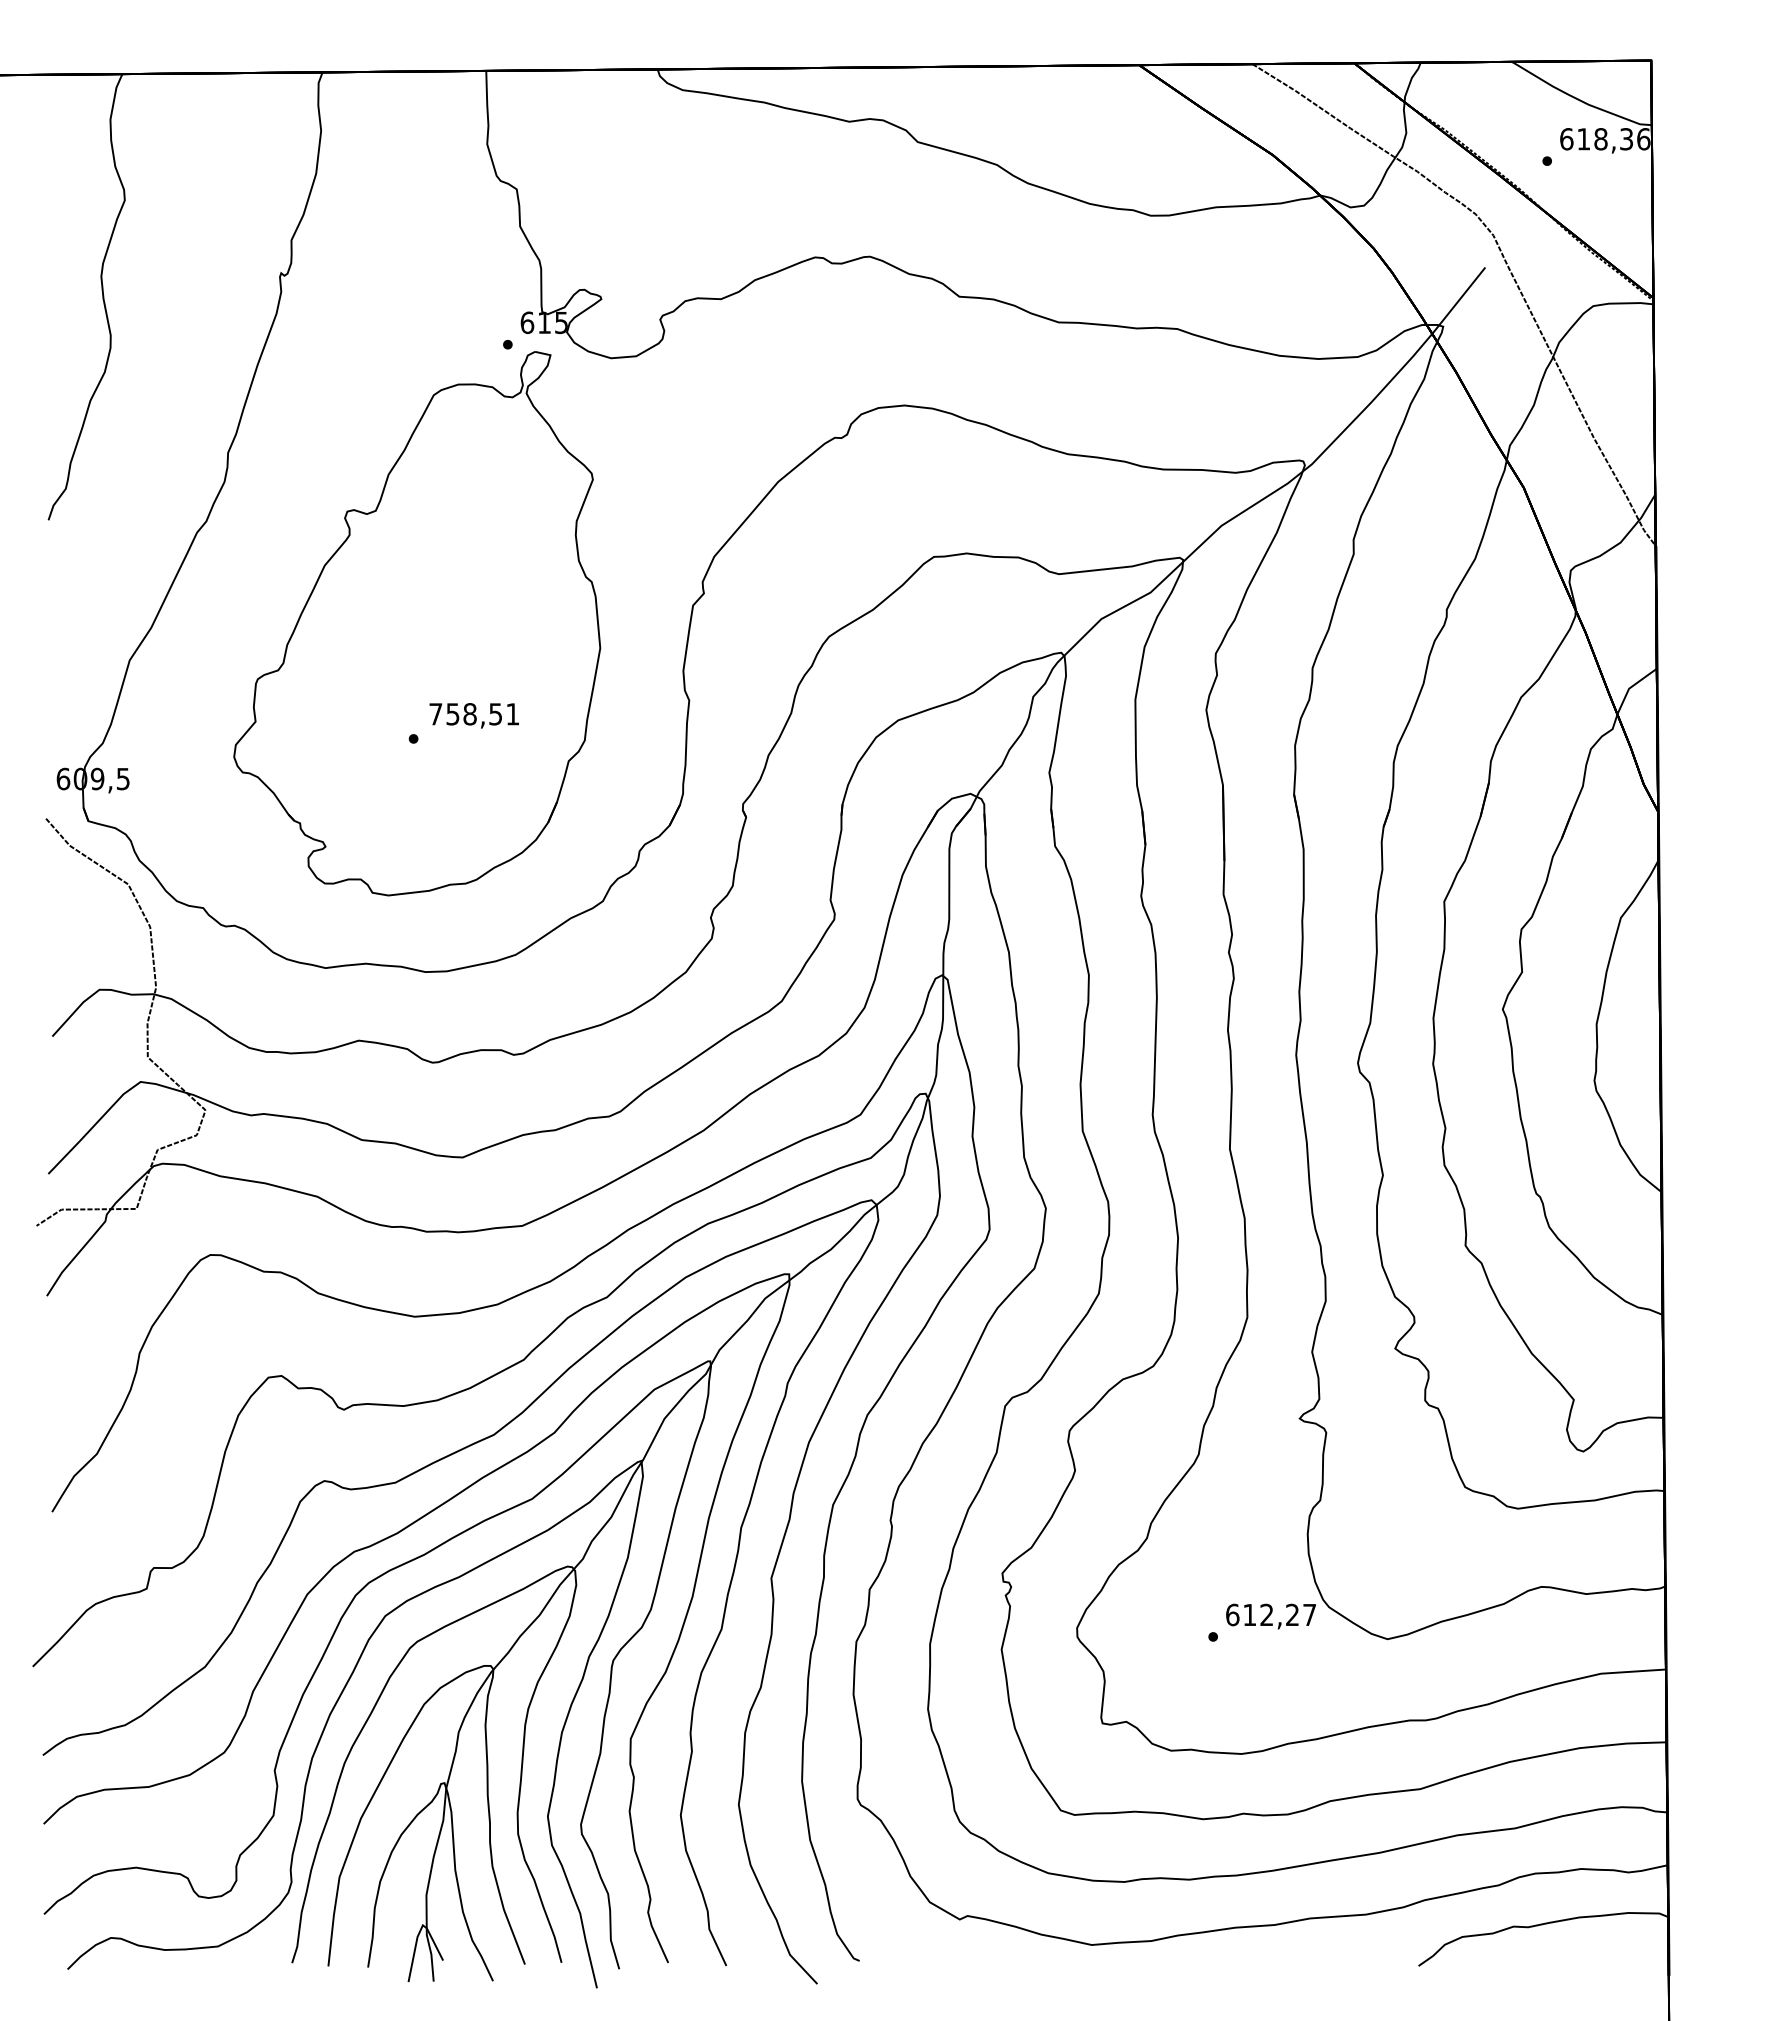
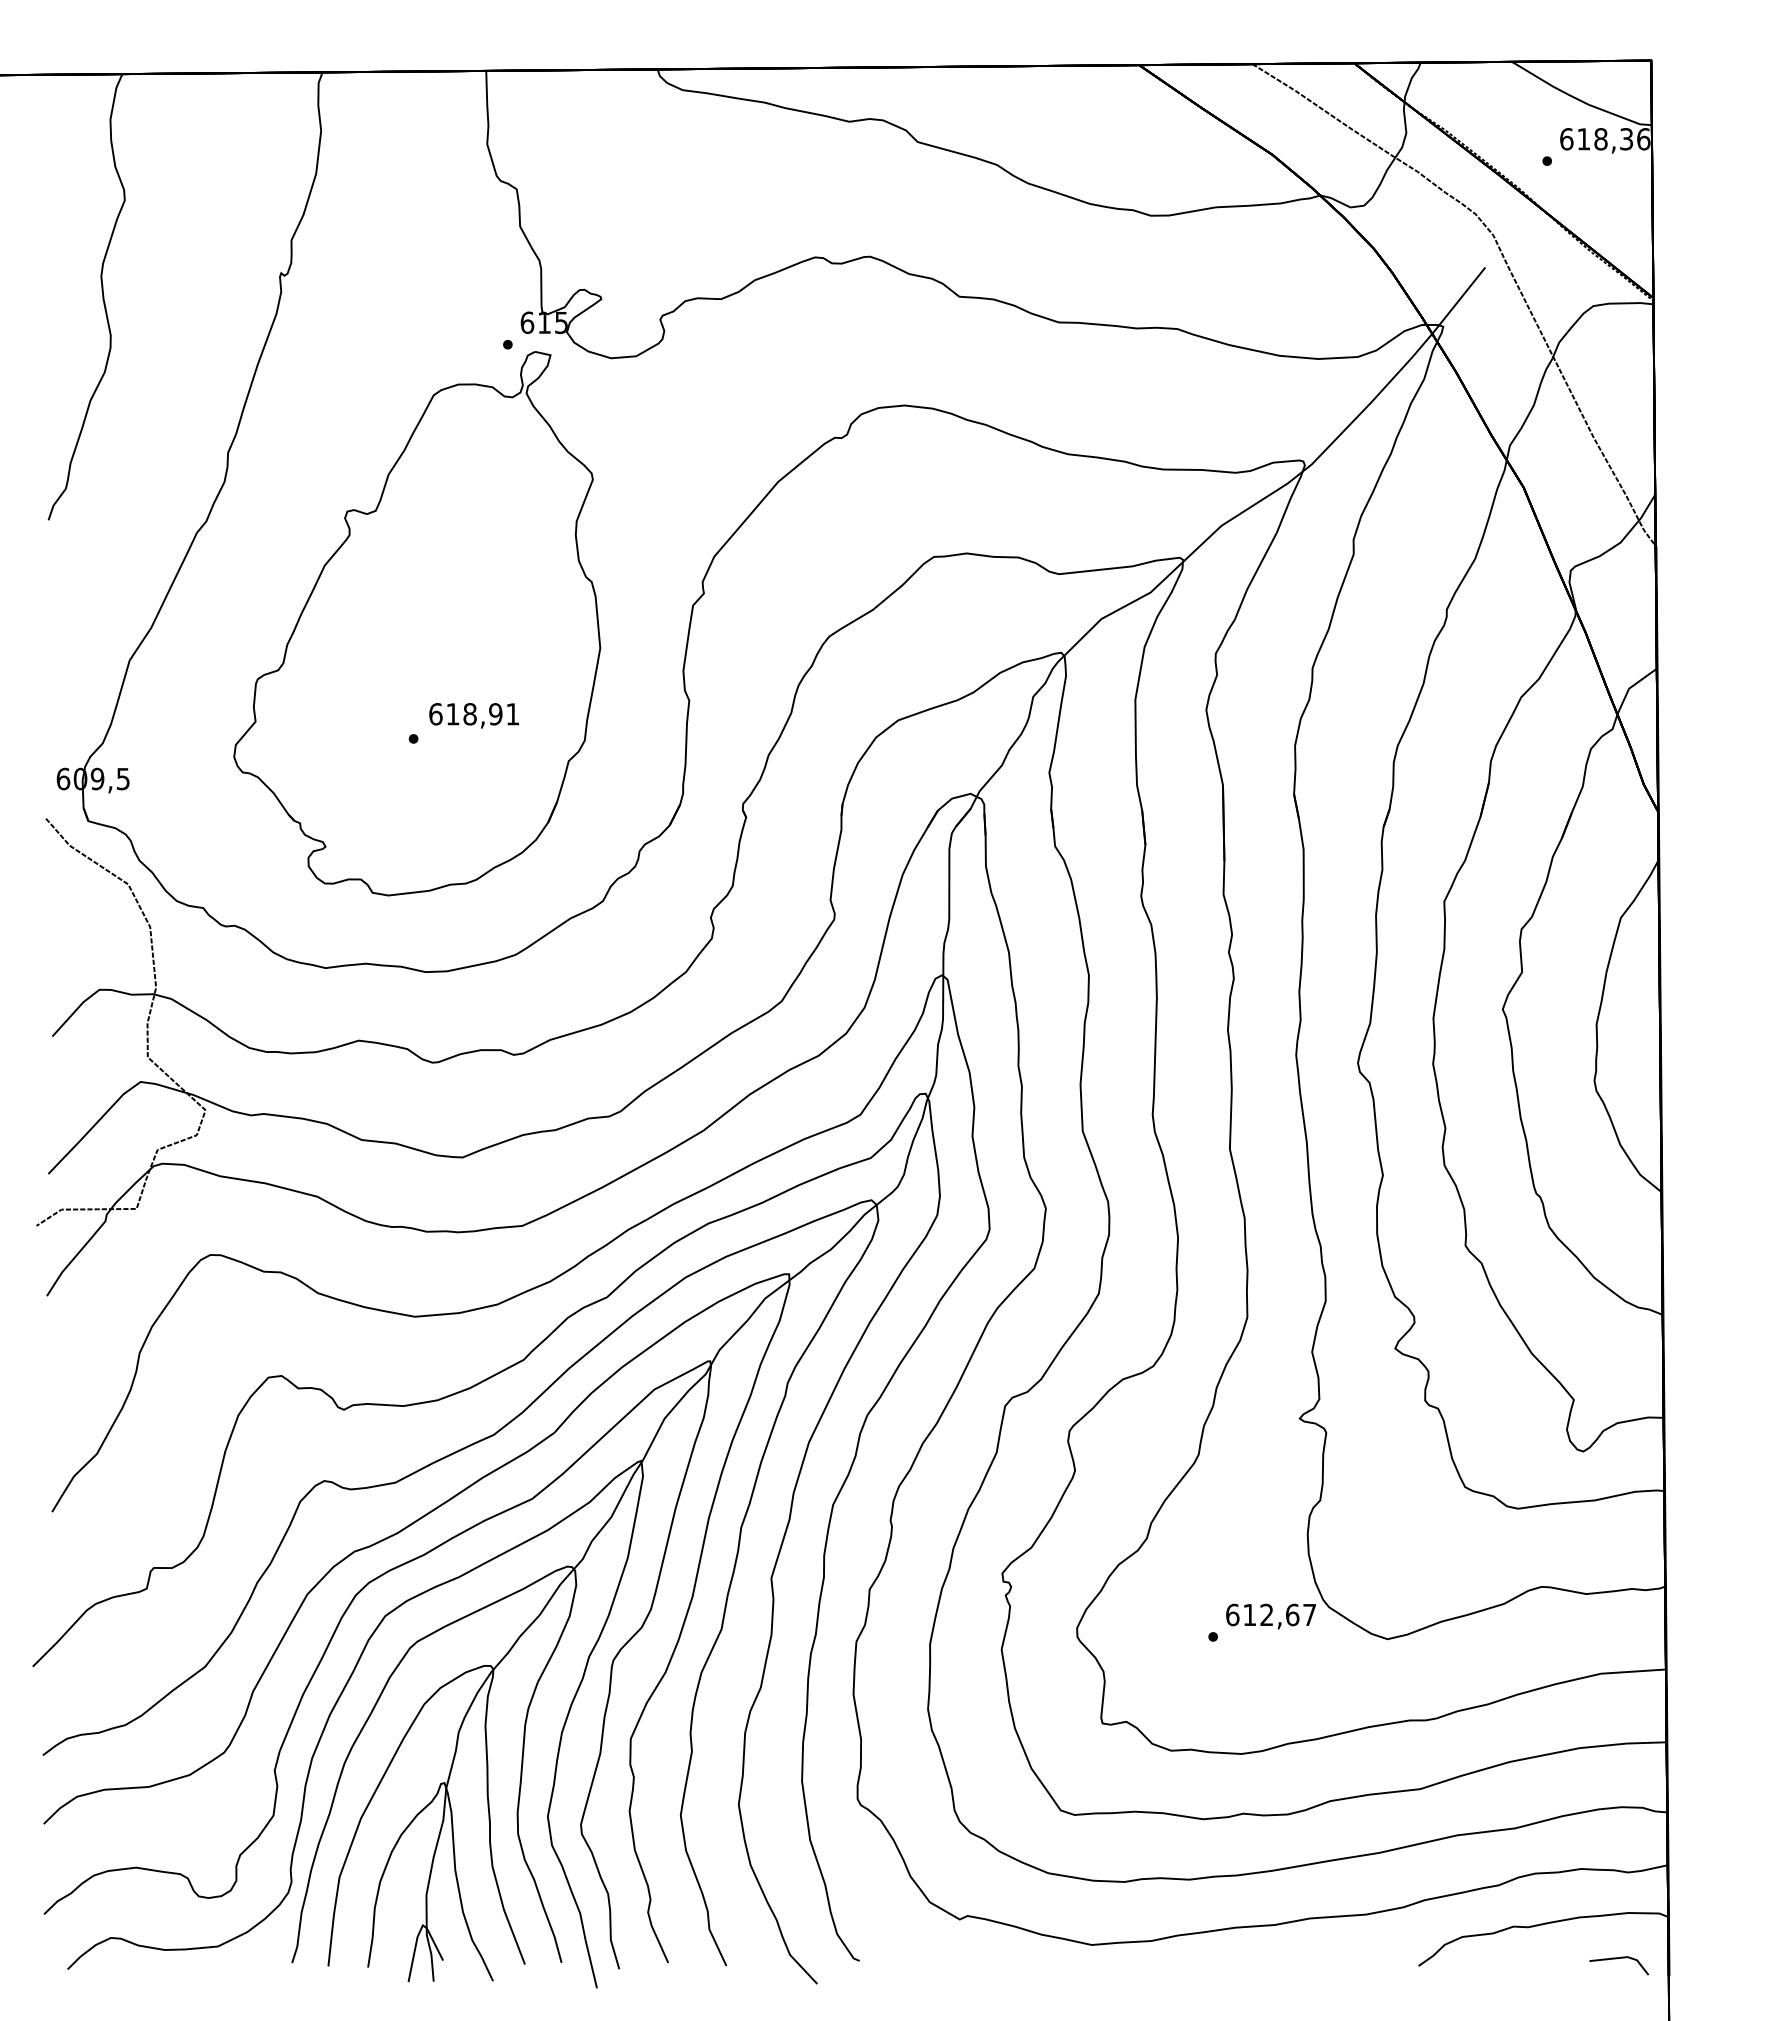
text at (465, 714): 758,51 -> 618,91
text at (1292, 1614): 612,27 -> 612,67
line at (1617, 1959): none -> present
